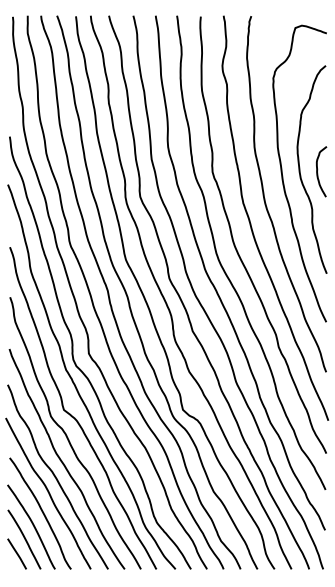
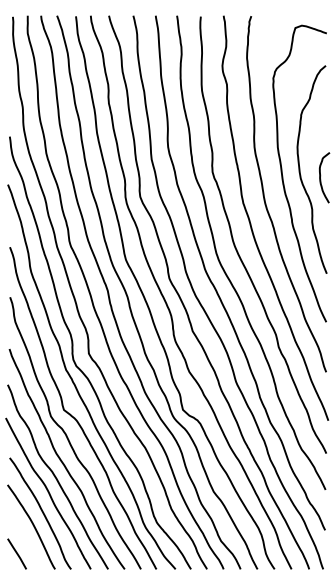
curve at (318, 169) position: (318, 169) -> (321, 175)
curve at (24, 539): present -> none
